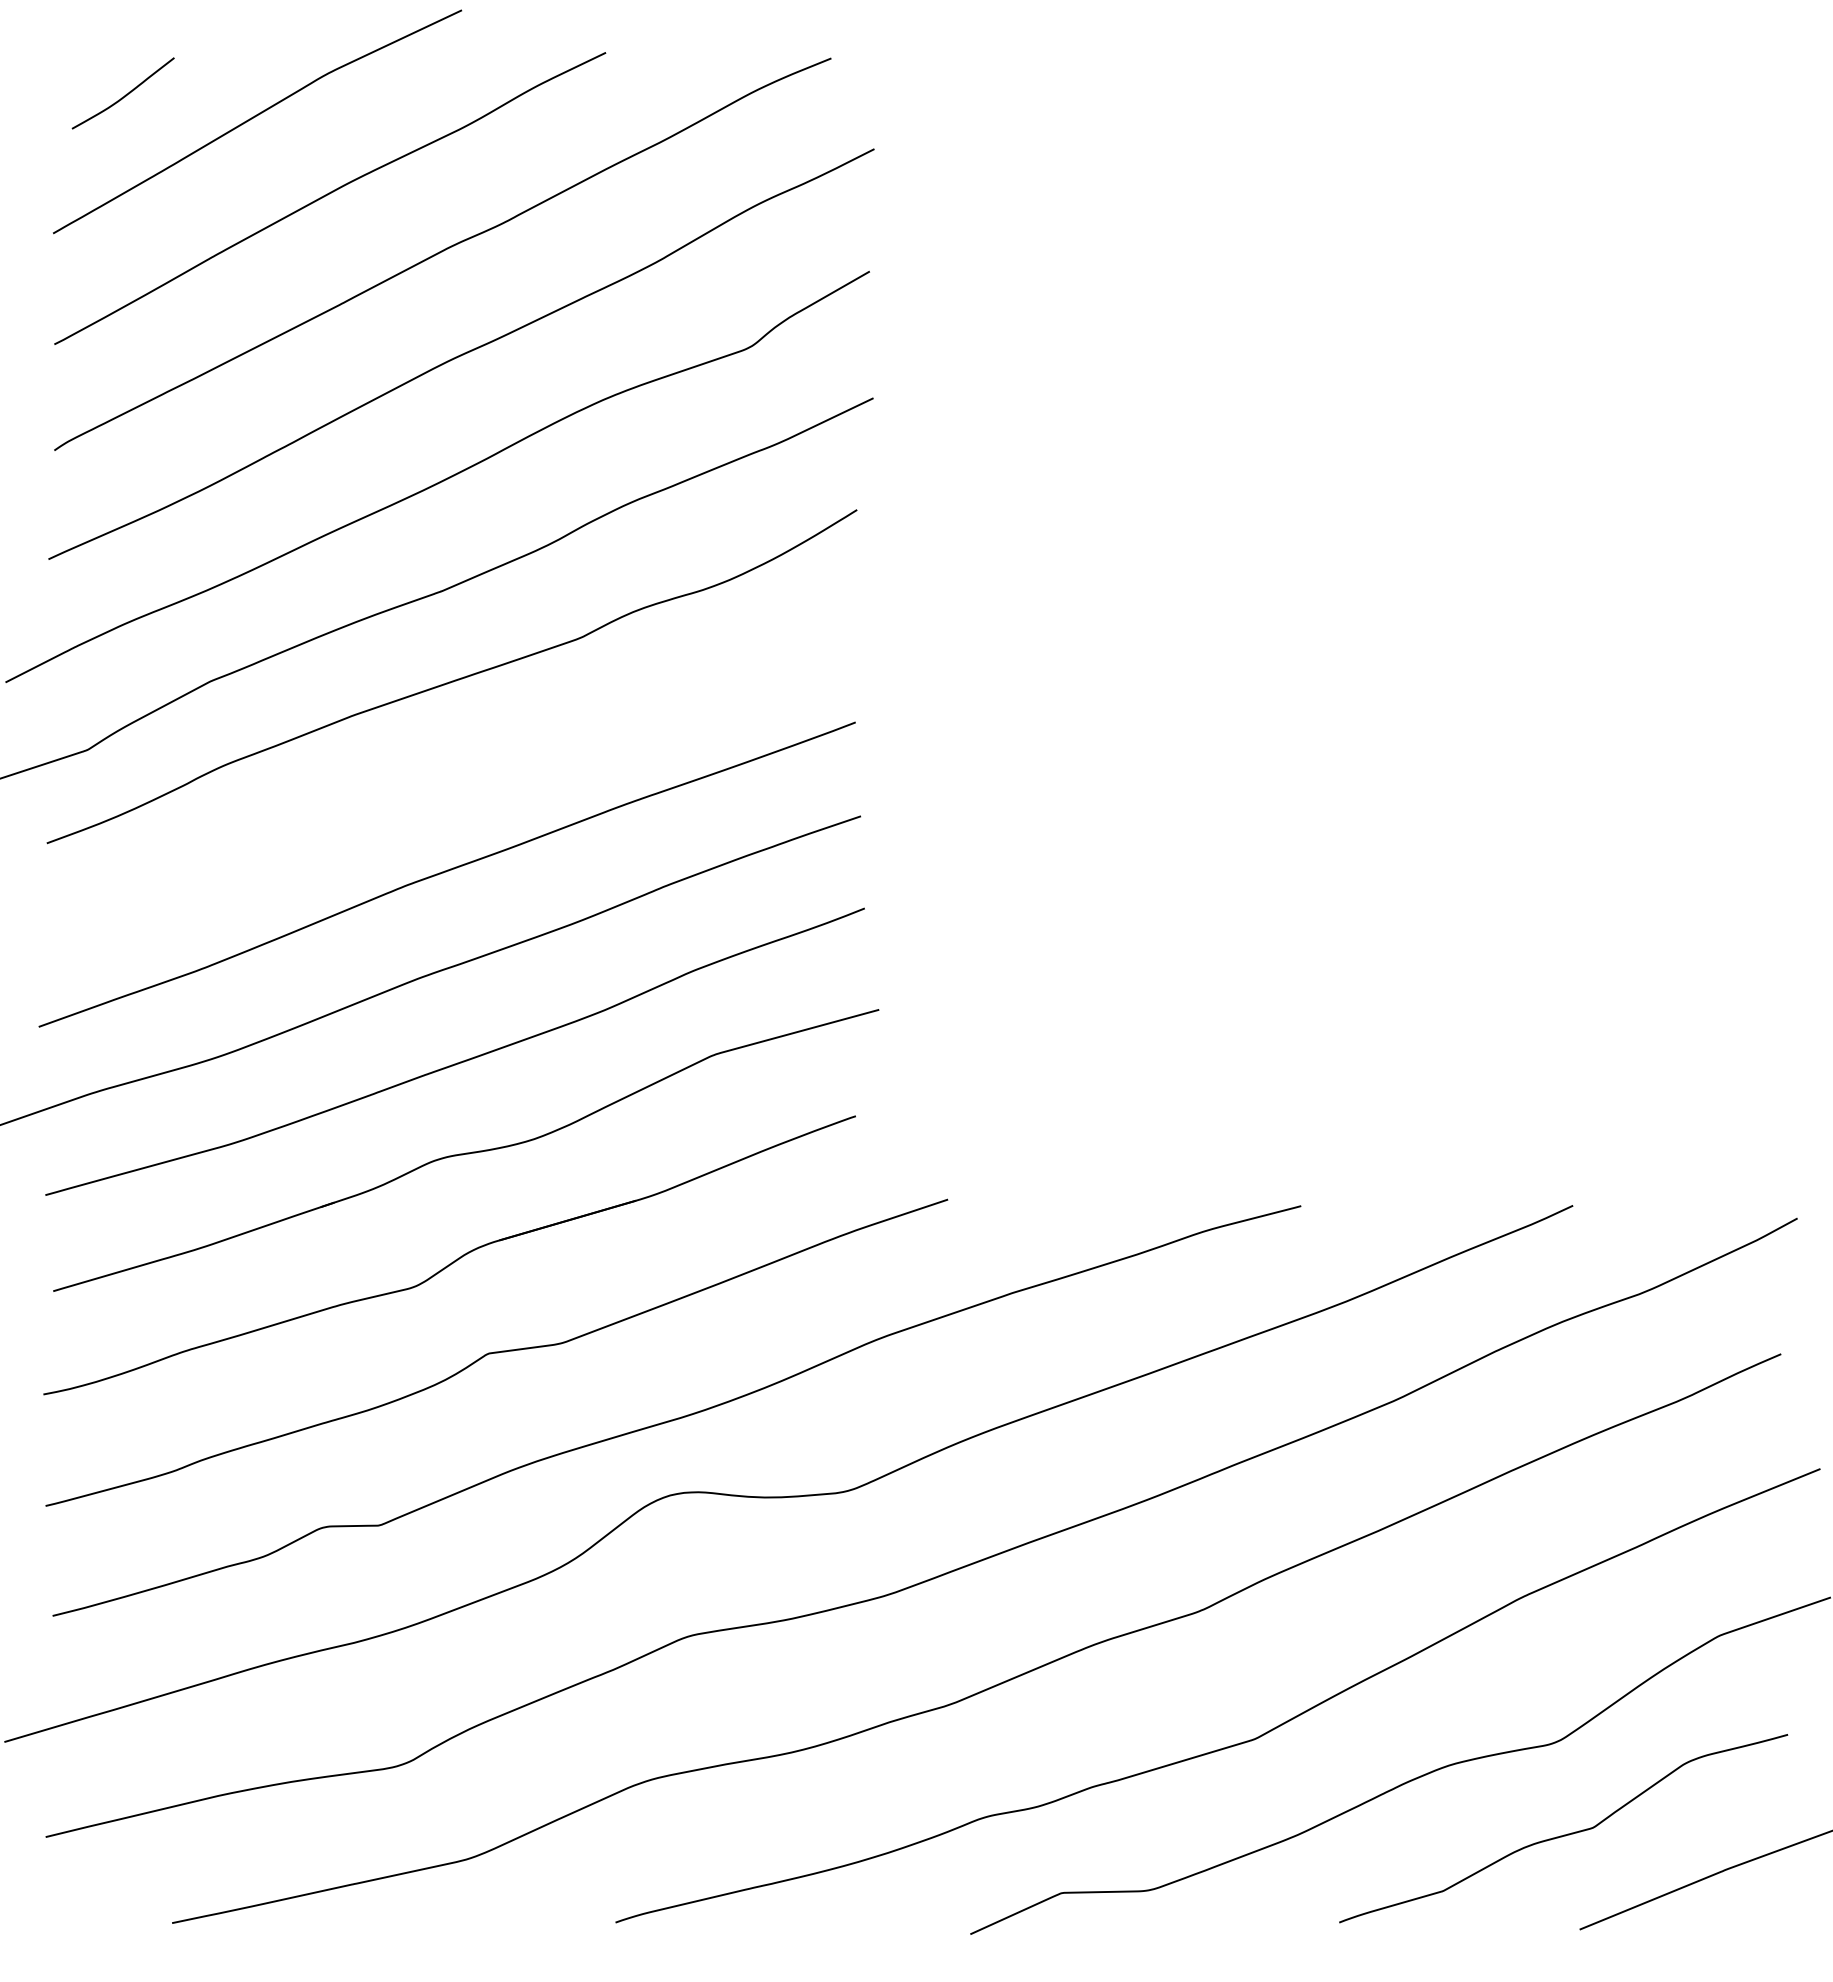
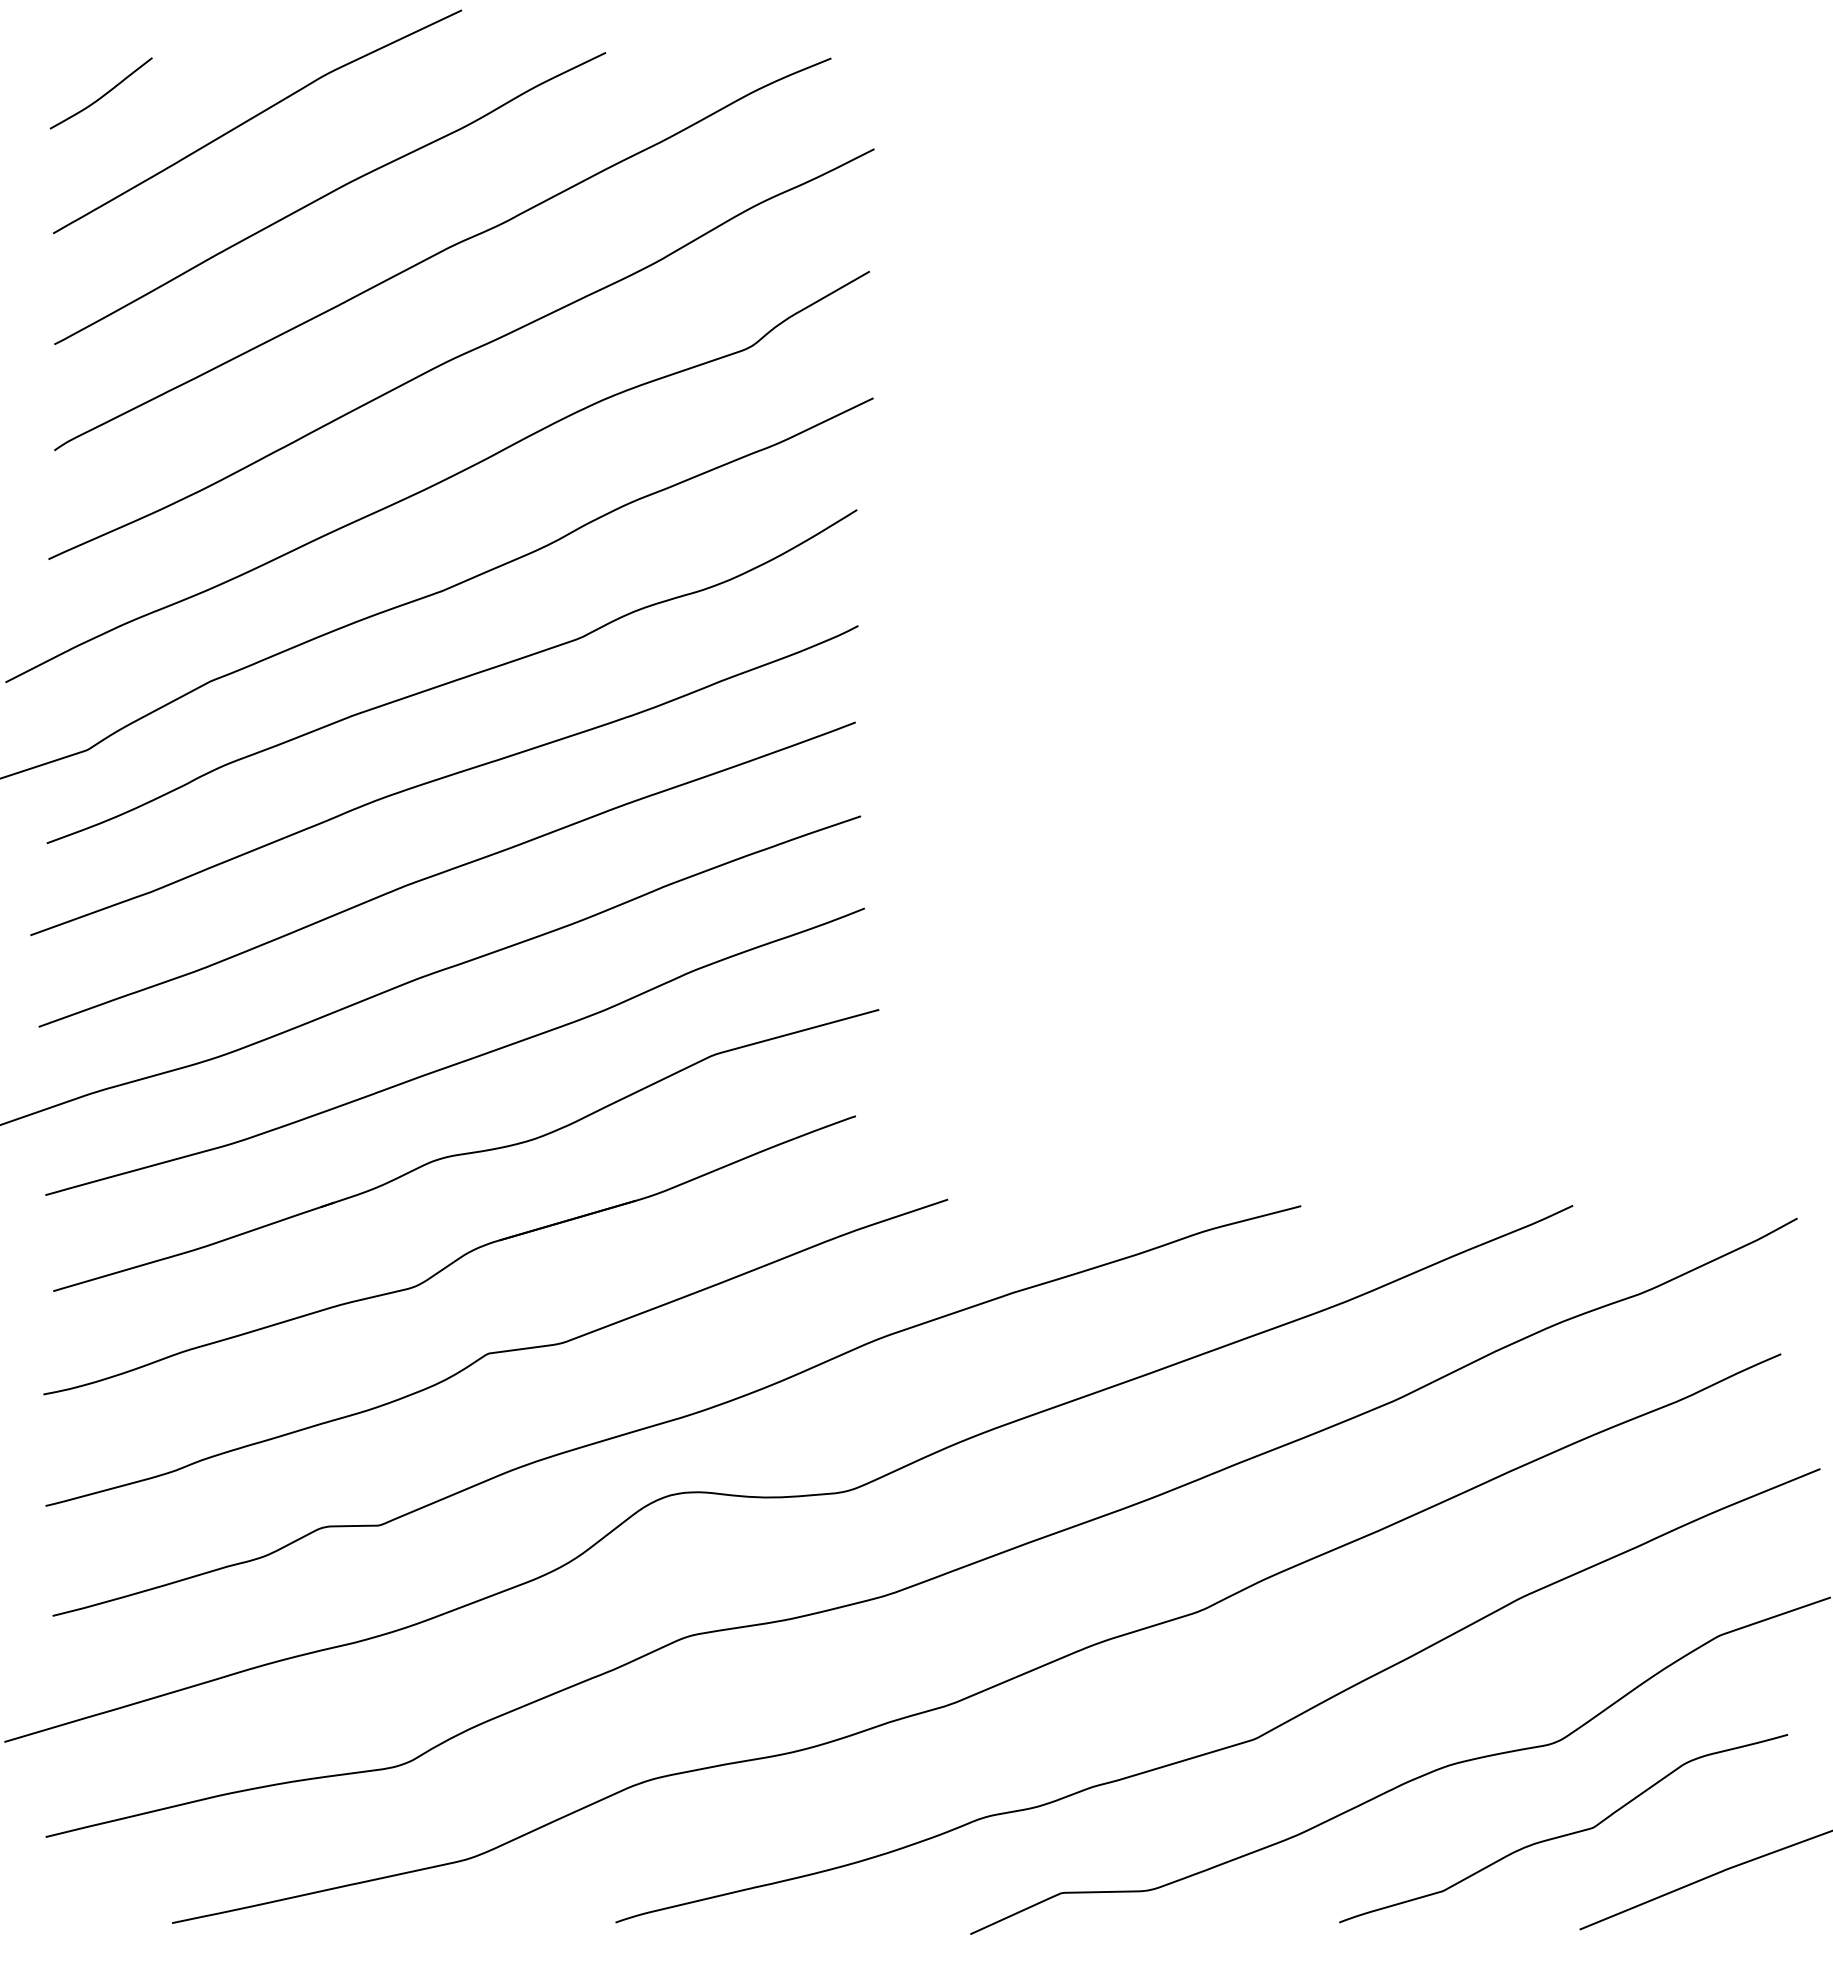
curve at (124, 95) position: (124, 95) -> (102, 95)
curve at (444, 778): none -> present
